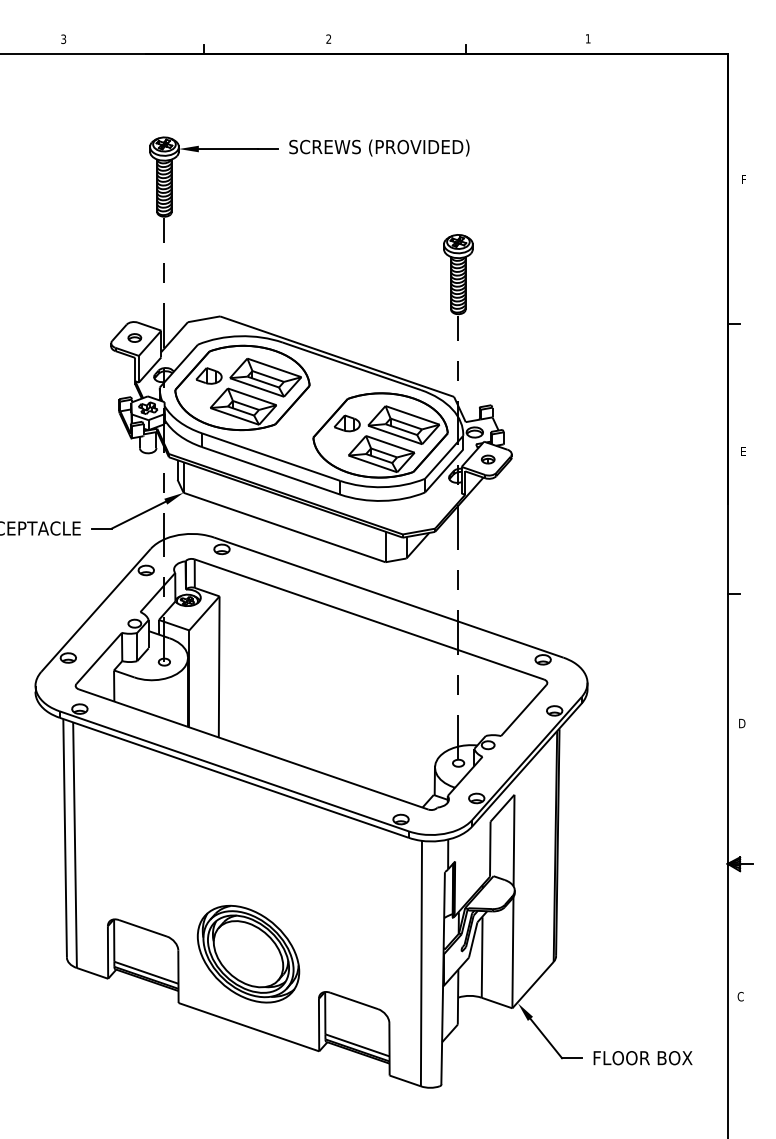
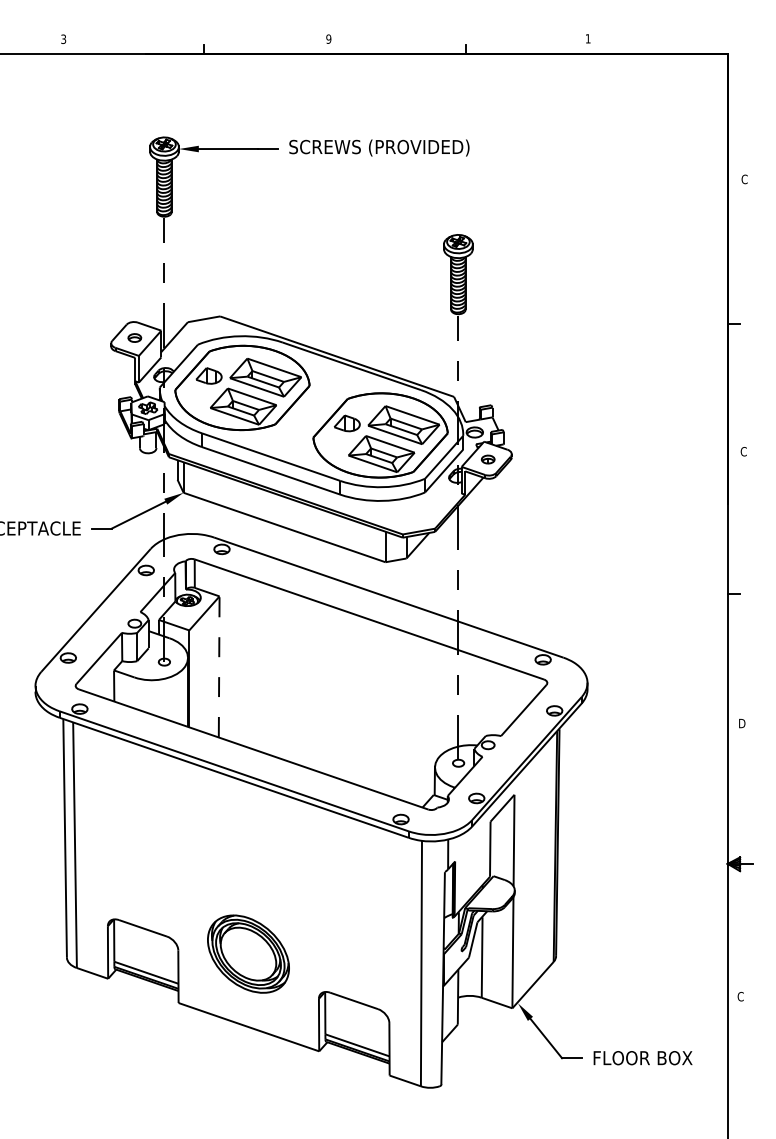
text at (328, 38): 2 -> 9
text at (744, 179): F -> C
text at (743, 451): E -> C
line at (219, 666): solid -> dashed
part at (248, 953) size: 105x100 px -> 83x80 px
